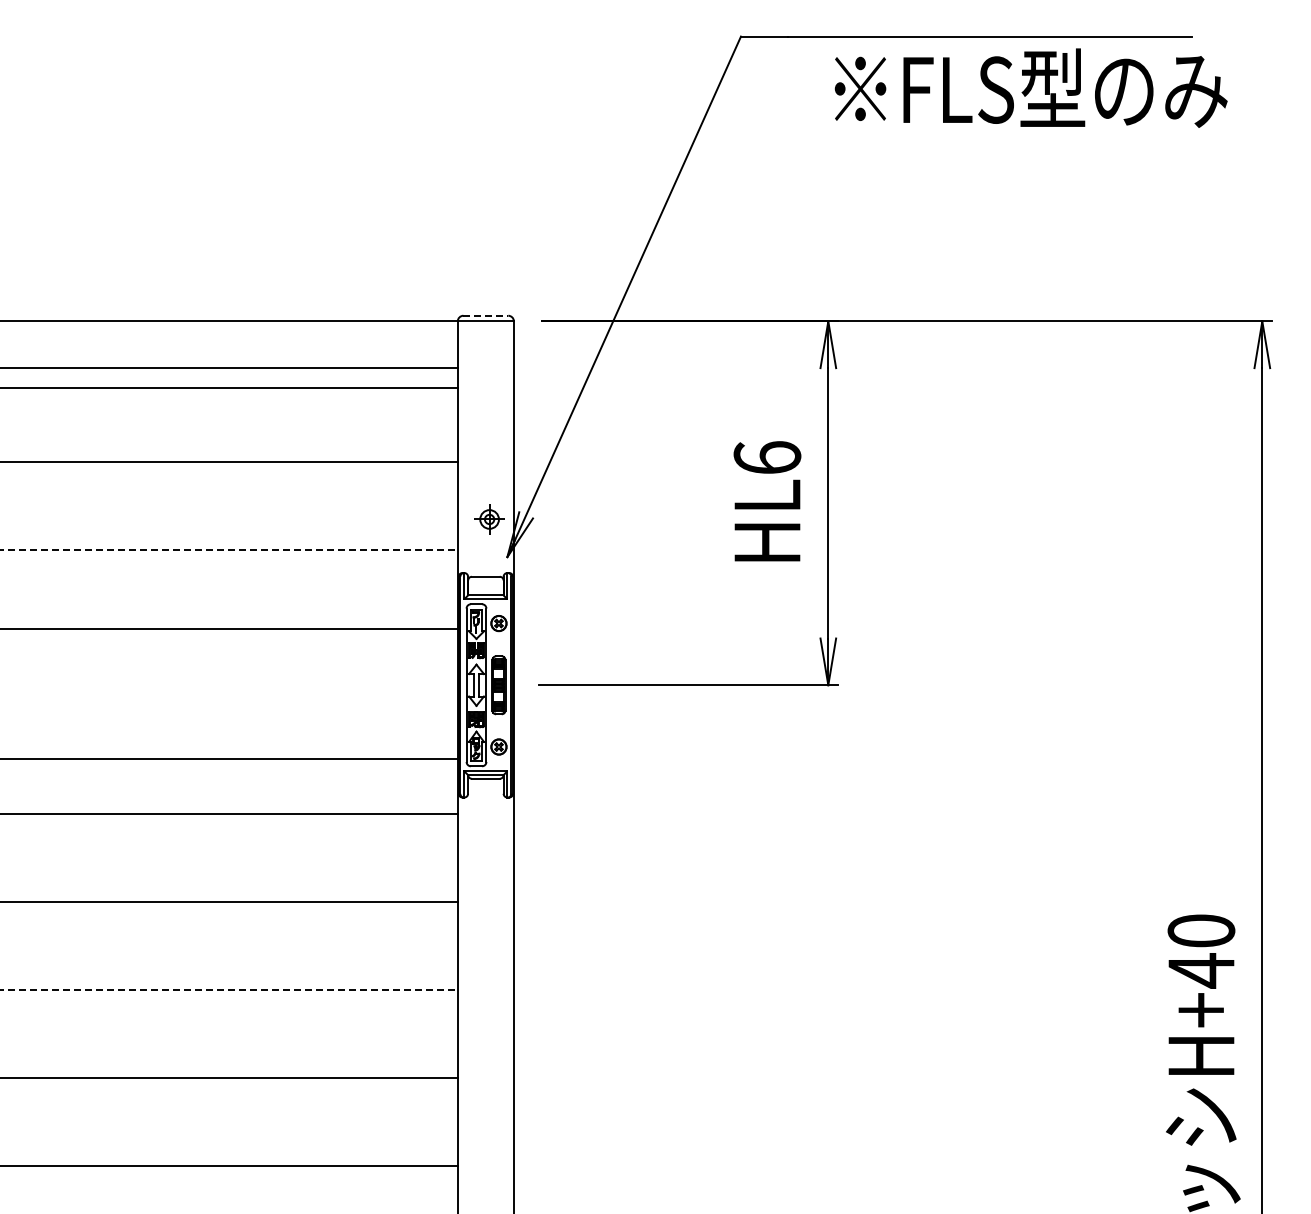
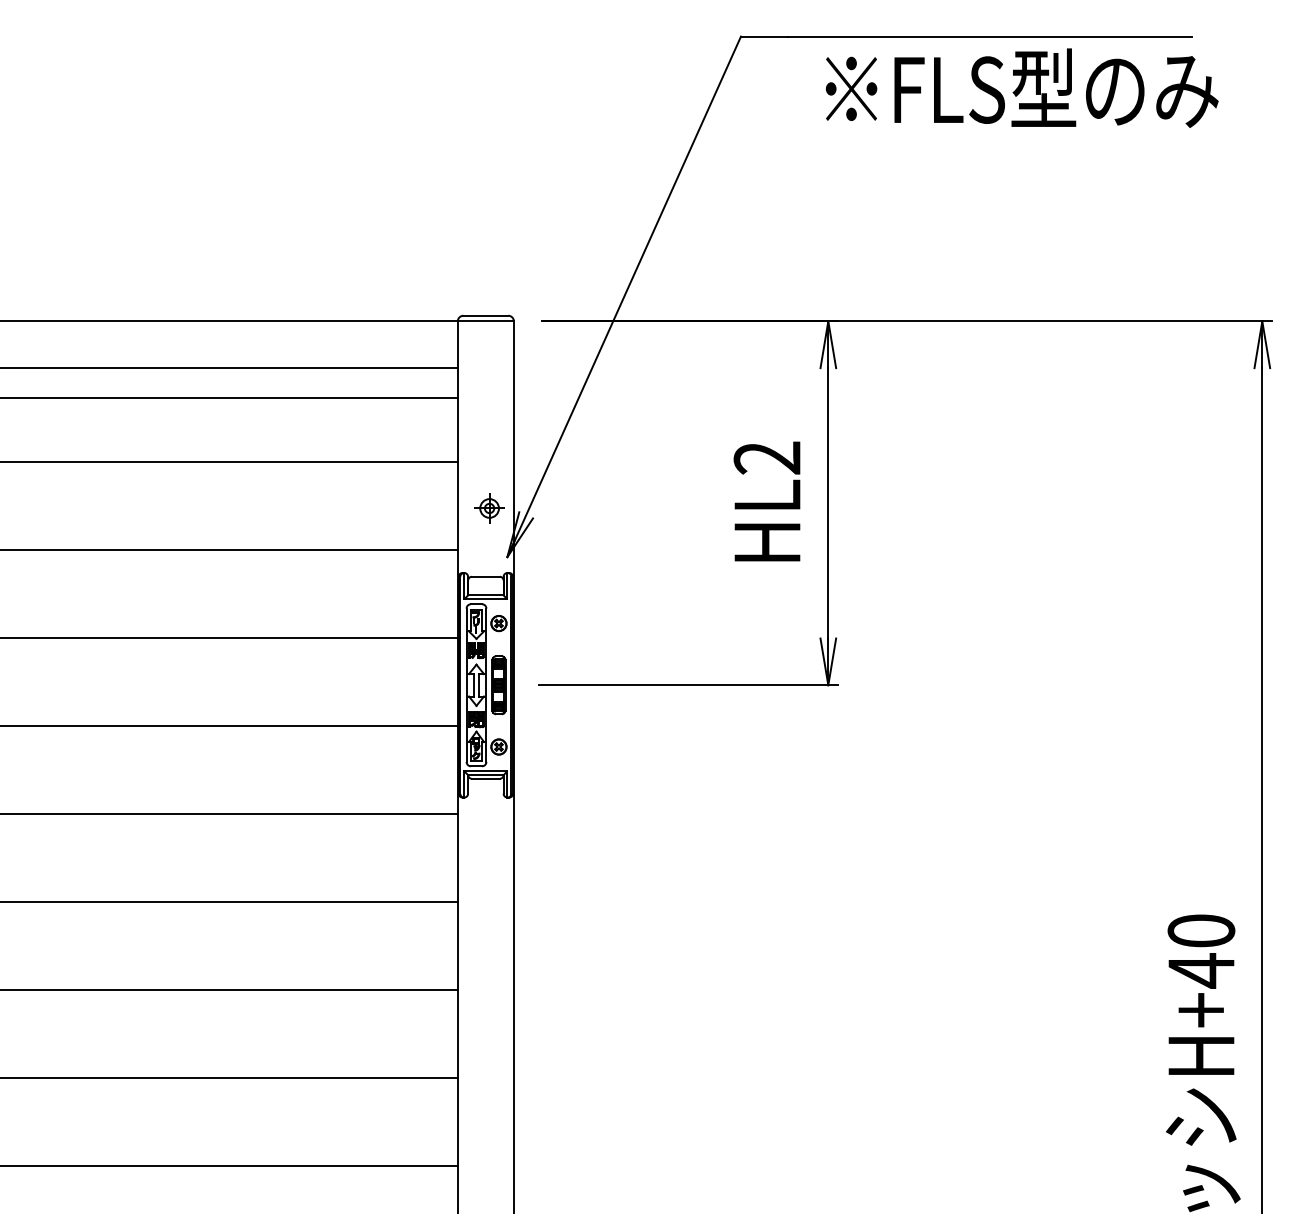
text at (1030, 87) position: (1030, 87) -> (1021, 87)
line at (486, 315): dashed -> solid
line at (229, 388) position: (229, 388) -> (229, 398)
text at (767, 457): HL6 -> HL2
part at (489, 519) position: (489, 519) -> (489, 508)
line at (229, 550): dashed -> solid
line at (229, 629) position: (229, 629) -> (229, 638)
line at (229, 759) position: (229, 759) -> (229, 726)
line at (229, 990): dashed -> solid
